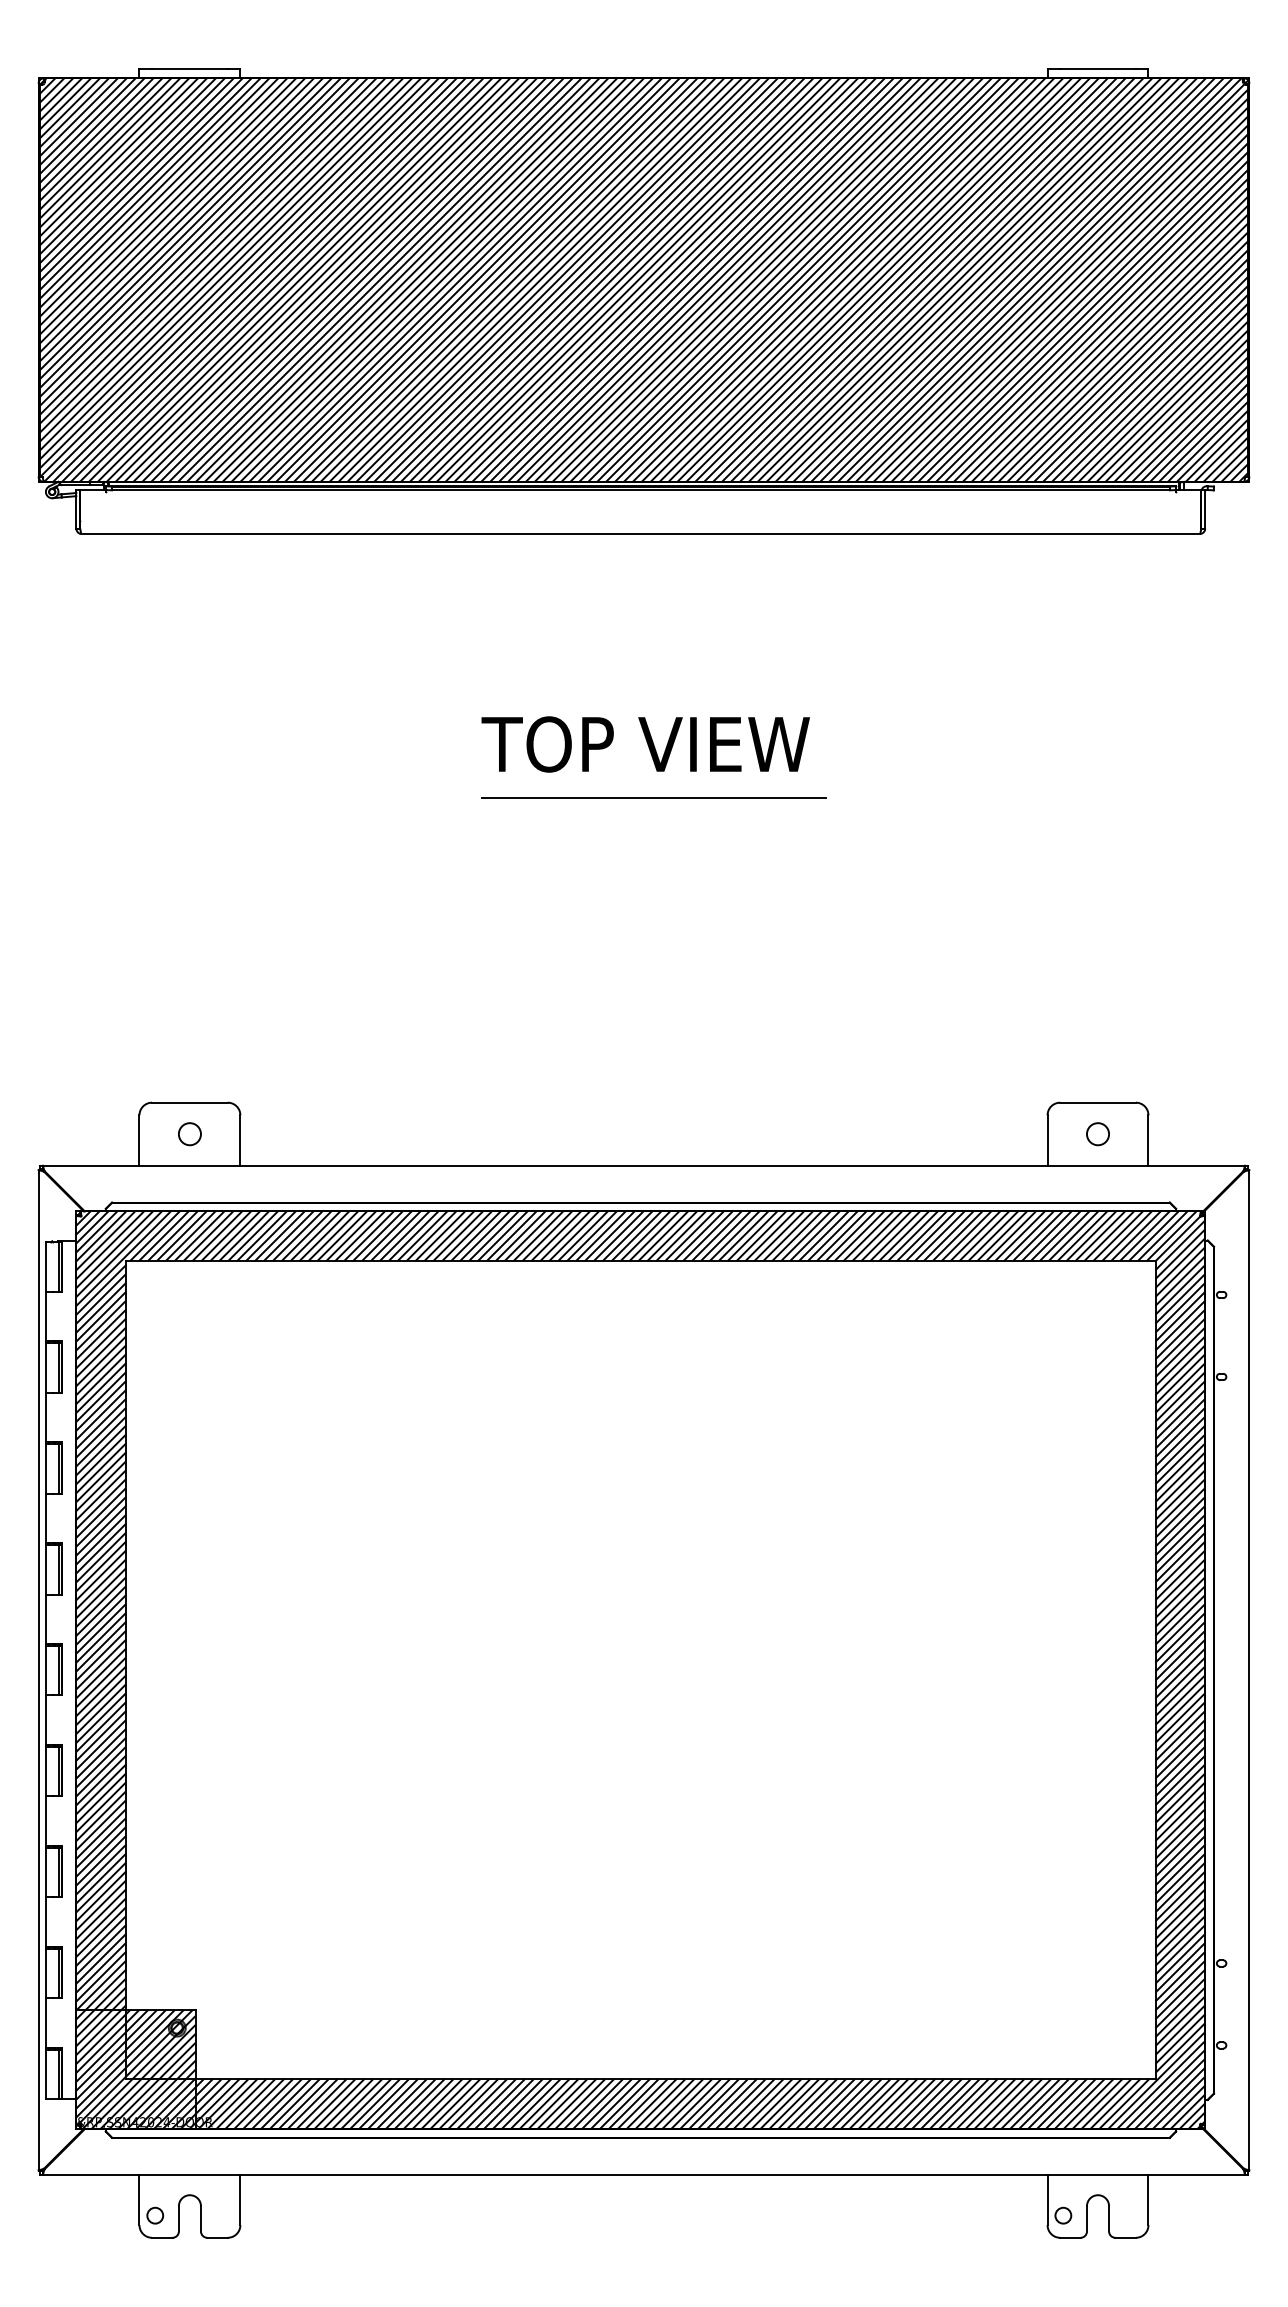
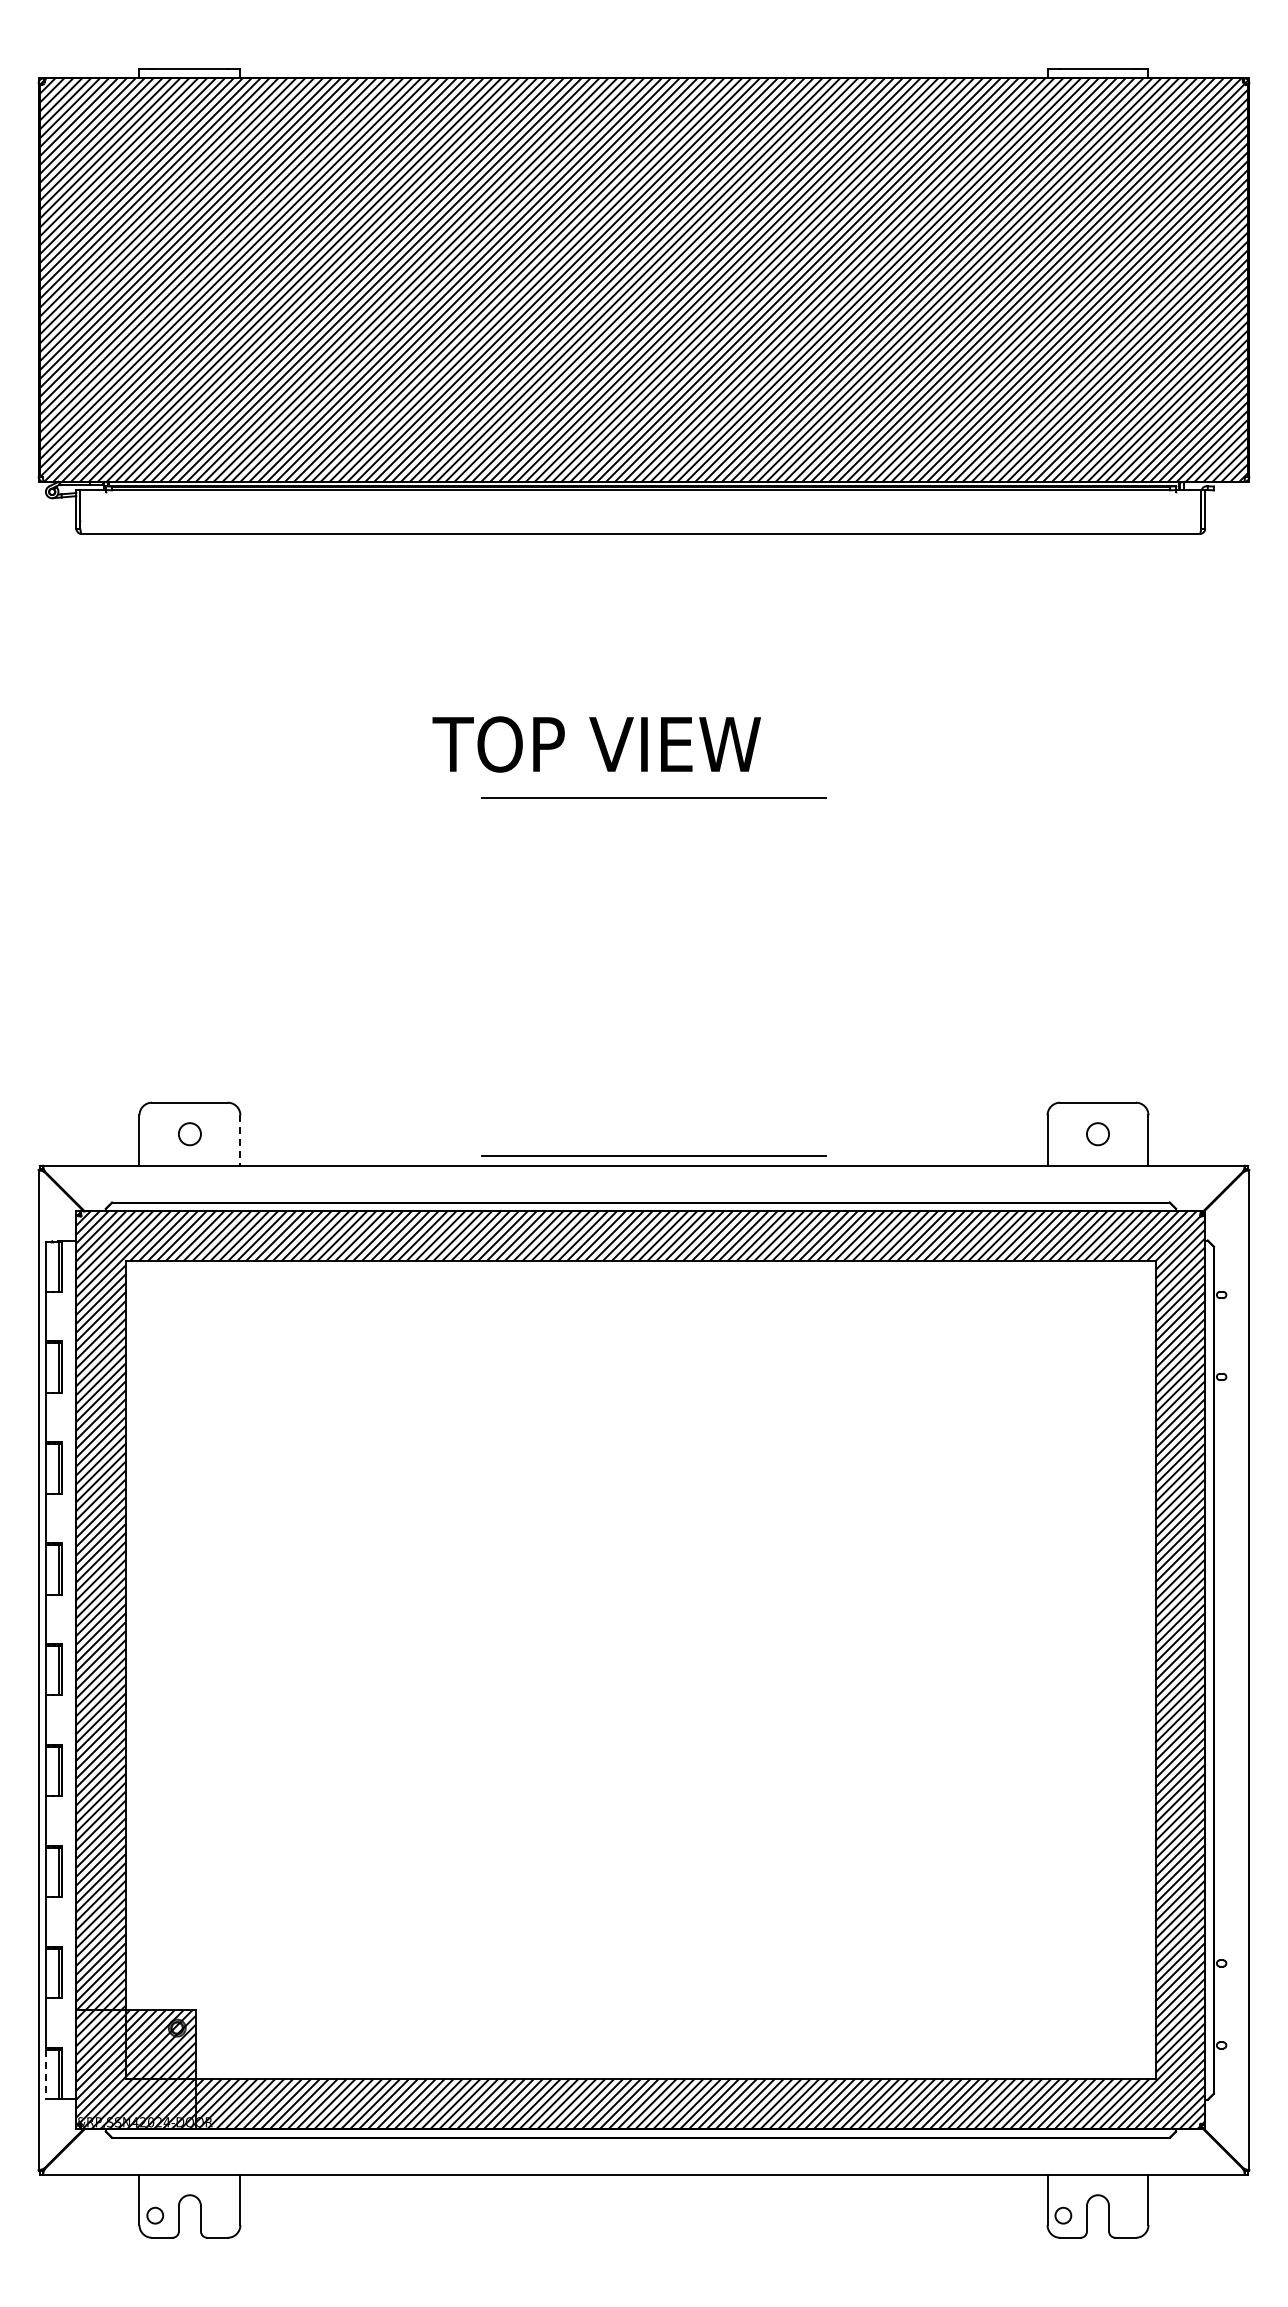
text at (645, 744) position: (645, 744) -> (596, 744)
line at (240, 1141): solid -> dashed
line at (653, 1155): none -> present
line at (45, 2074): solid -> dashed
